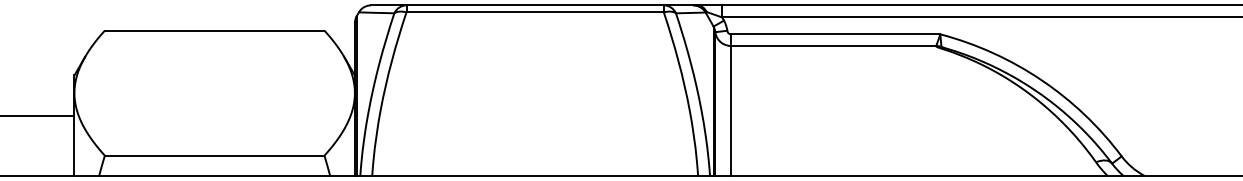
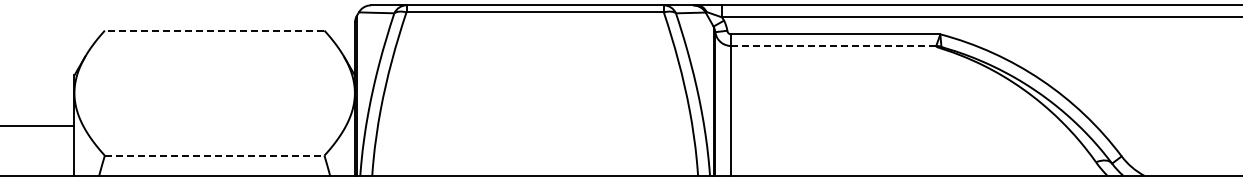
line at (214, 30): solid -> dashed
line at (833, 46): solid -> dashed
line at (38, 115) position: (38, 115) -> (38, 125)
line at (214, 155): solid -> dashed
